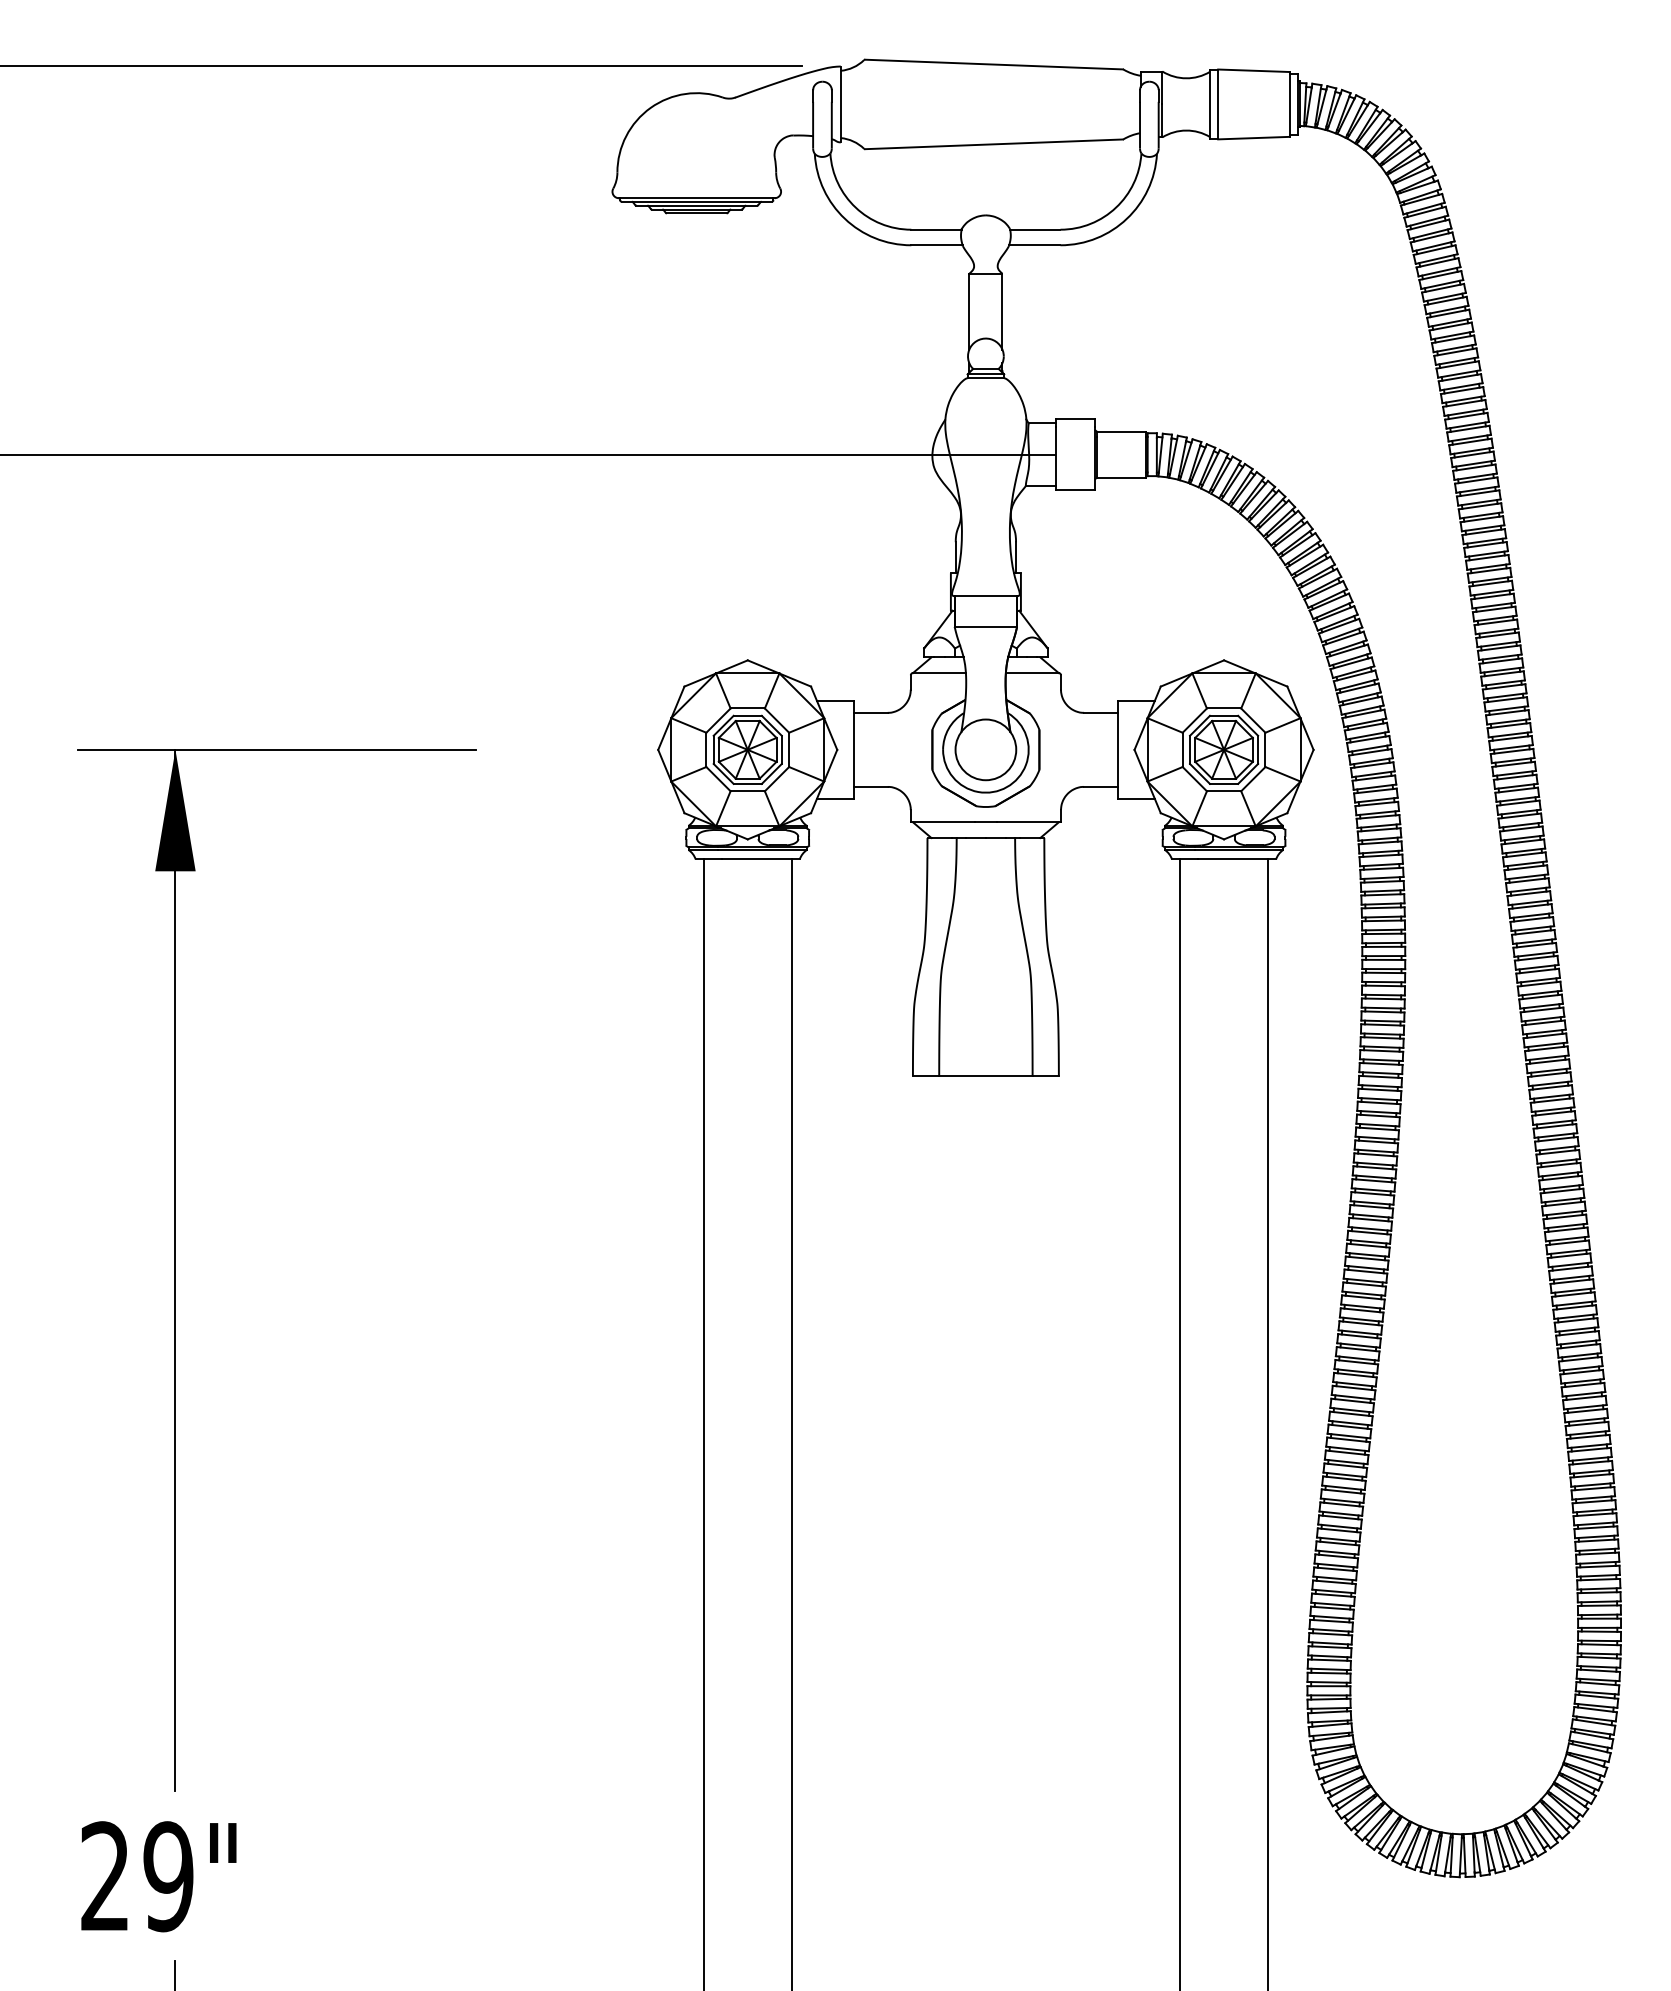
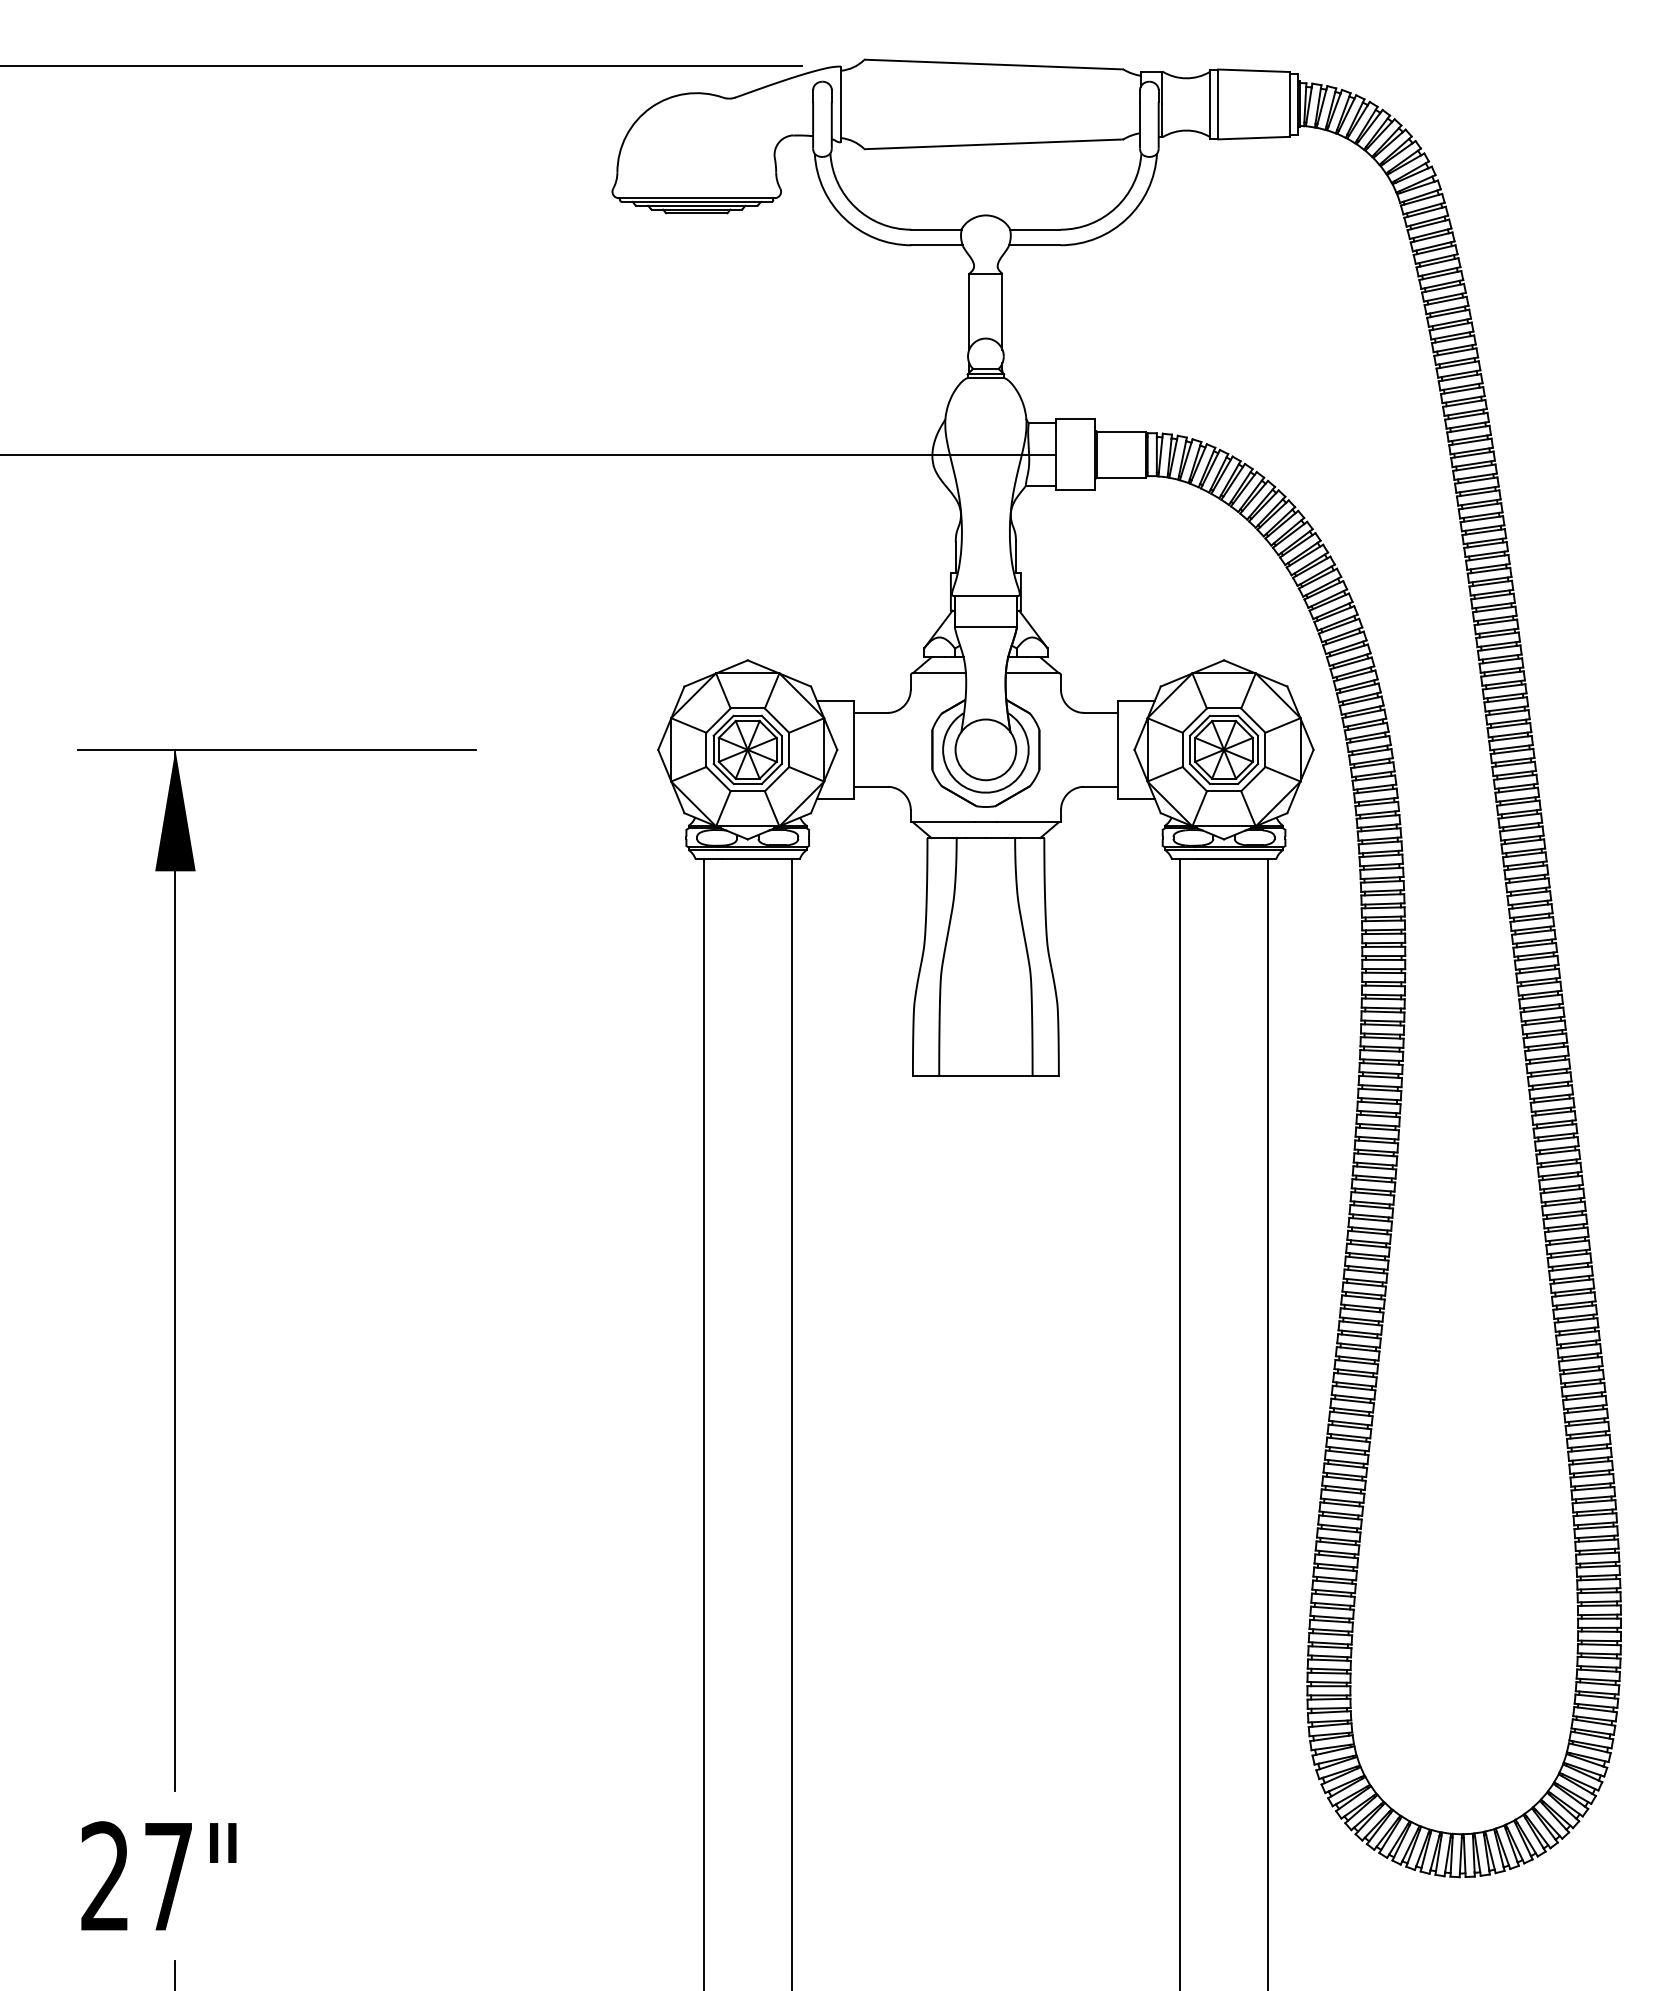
text at (168, 1876): 29" -> 27"
